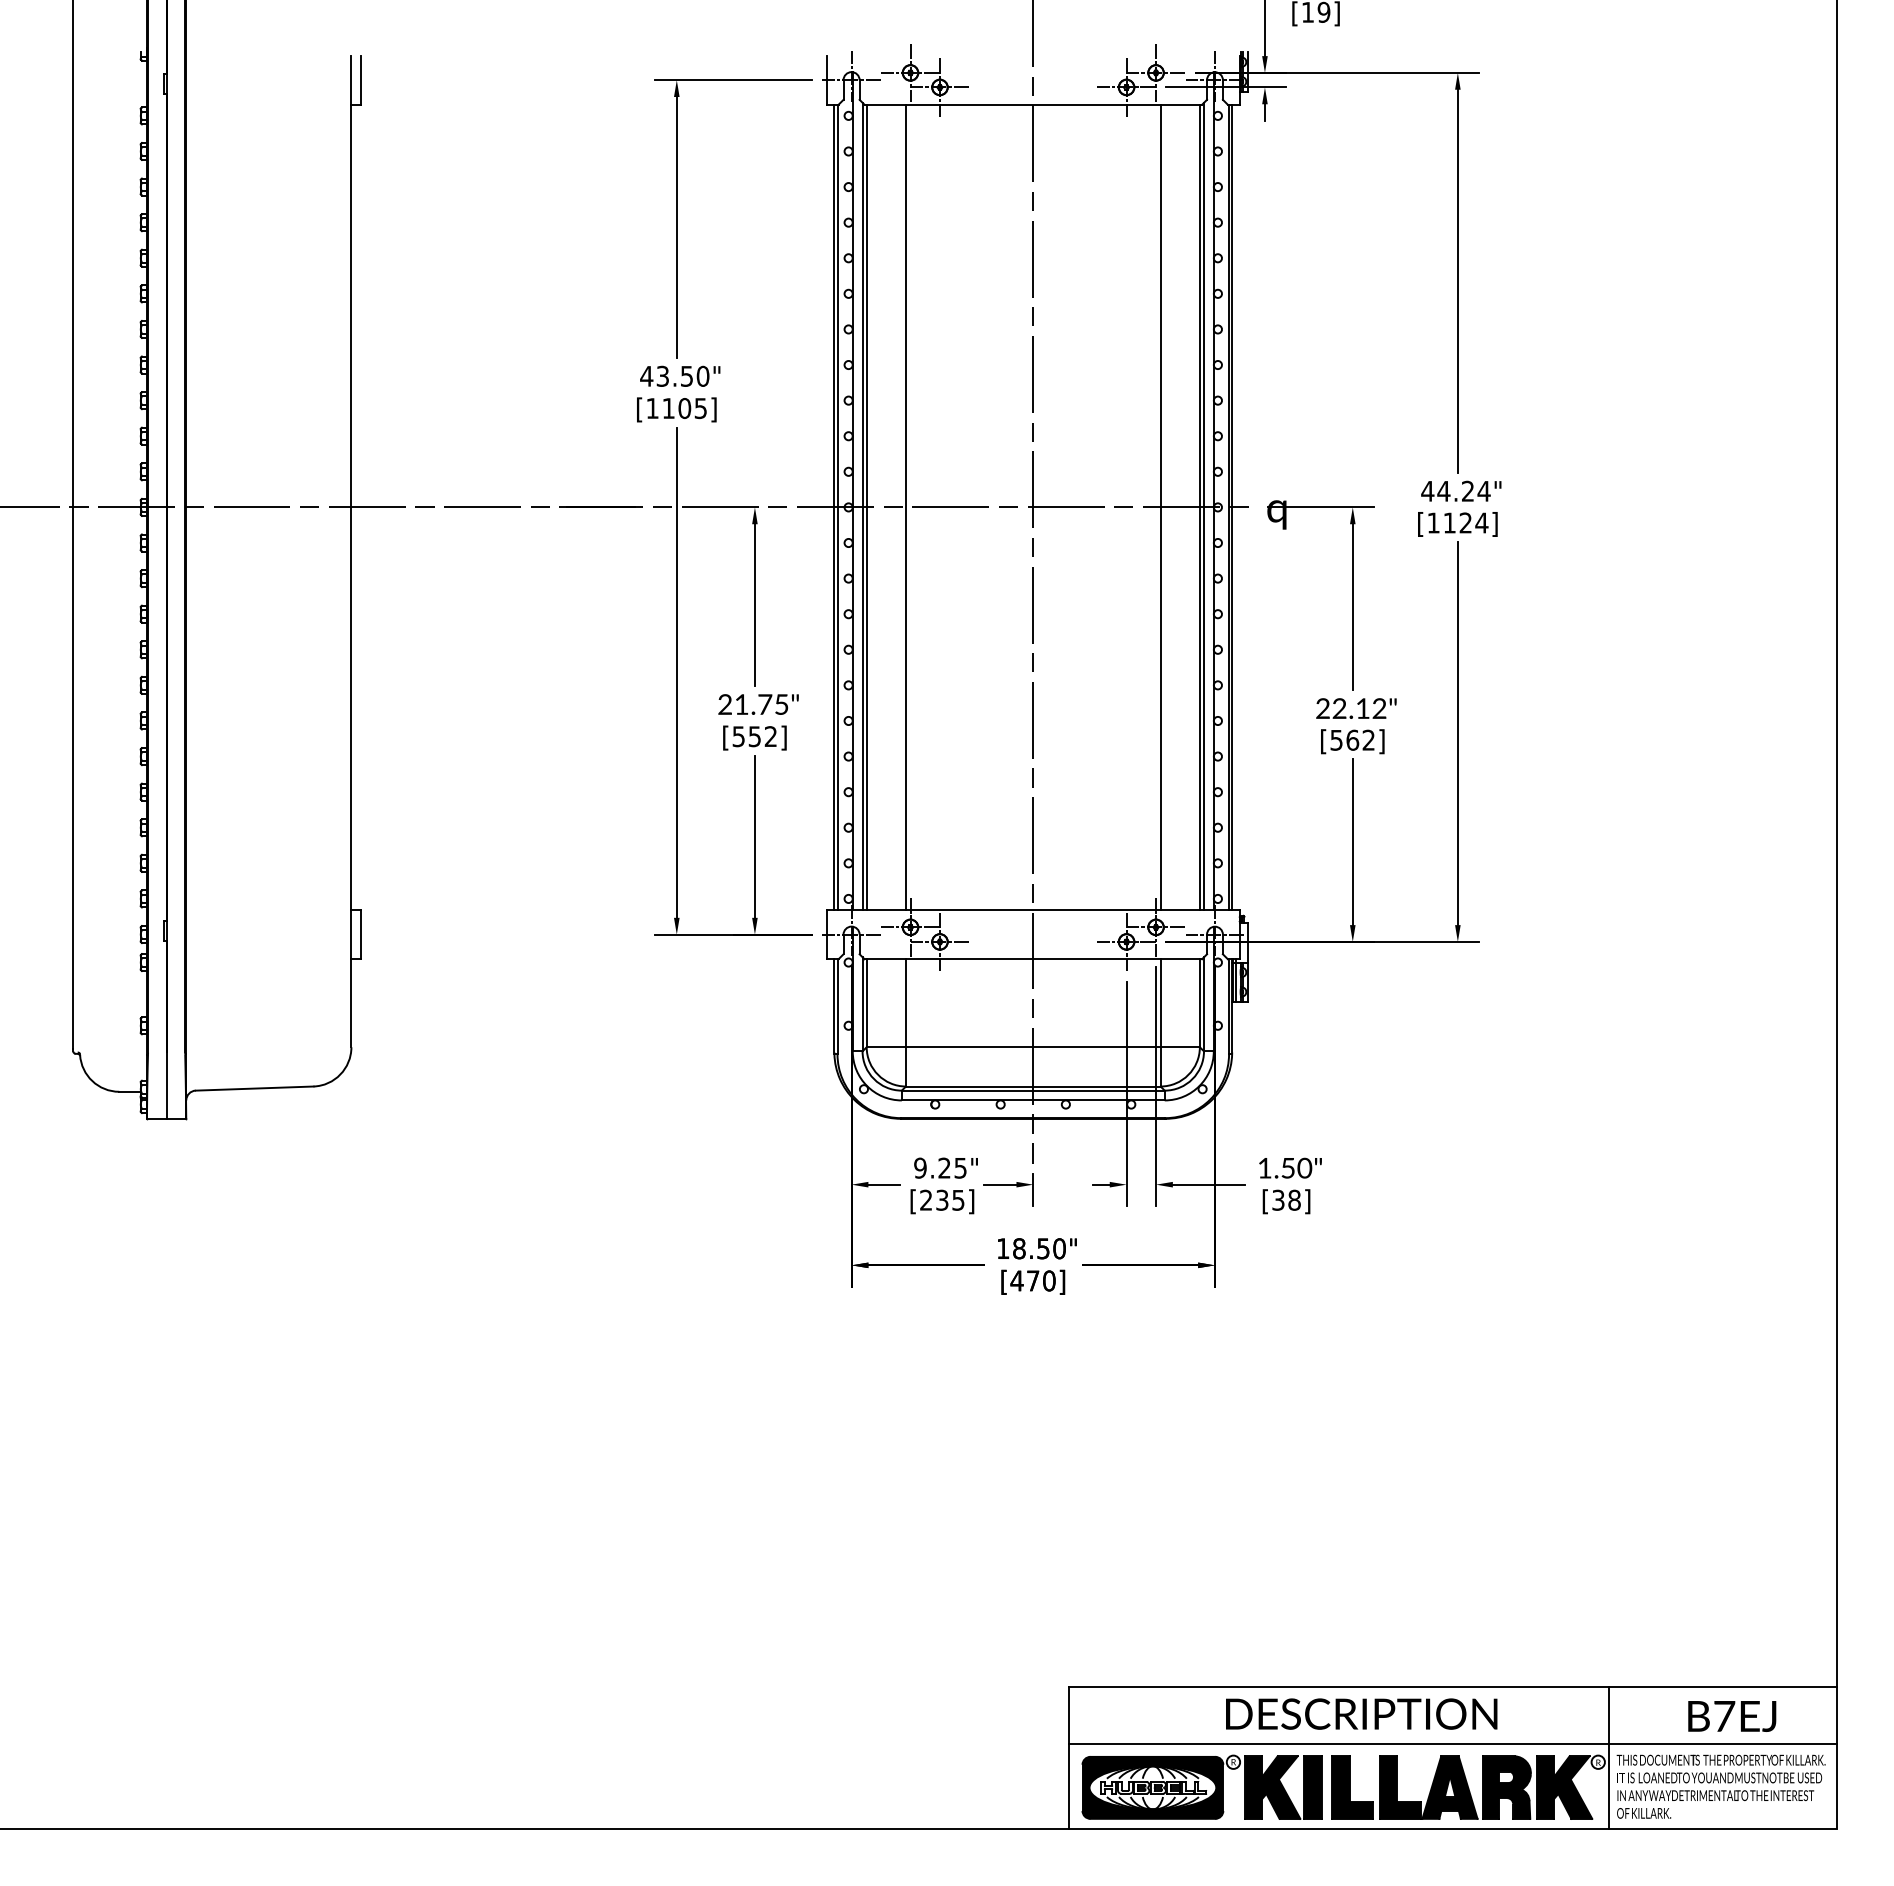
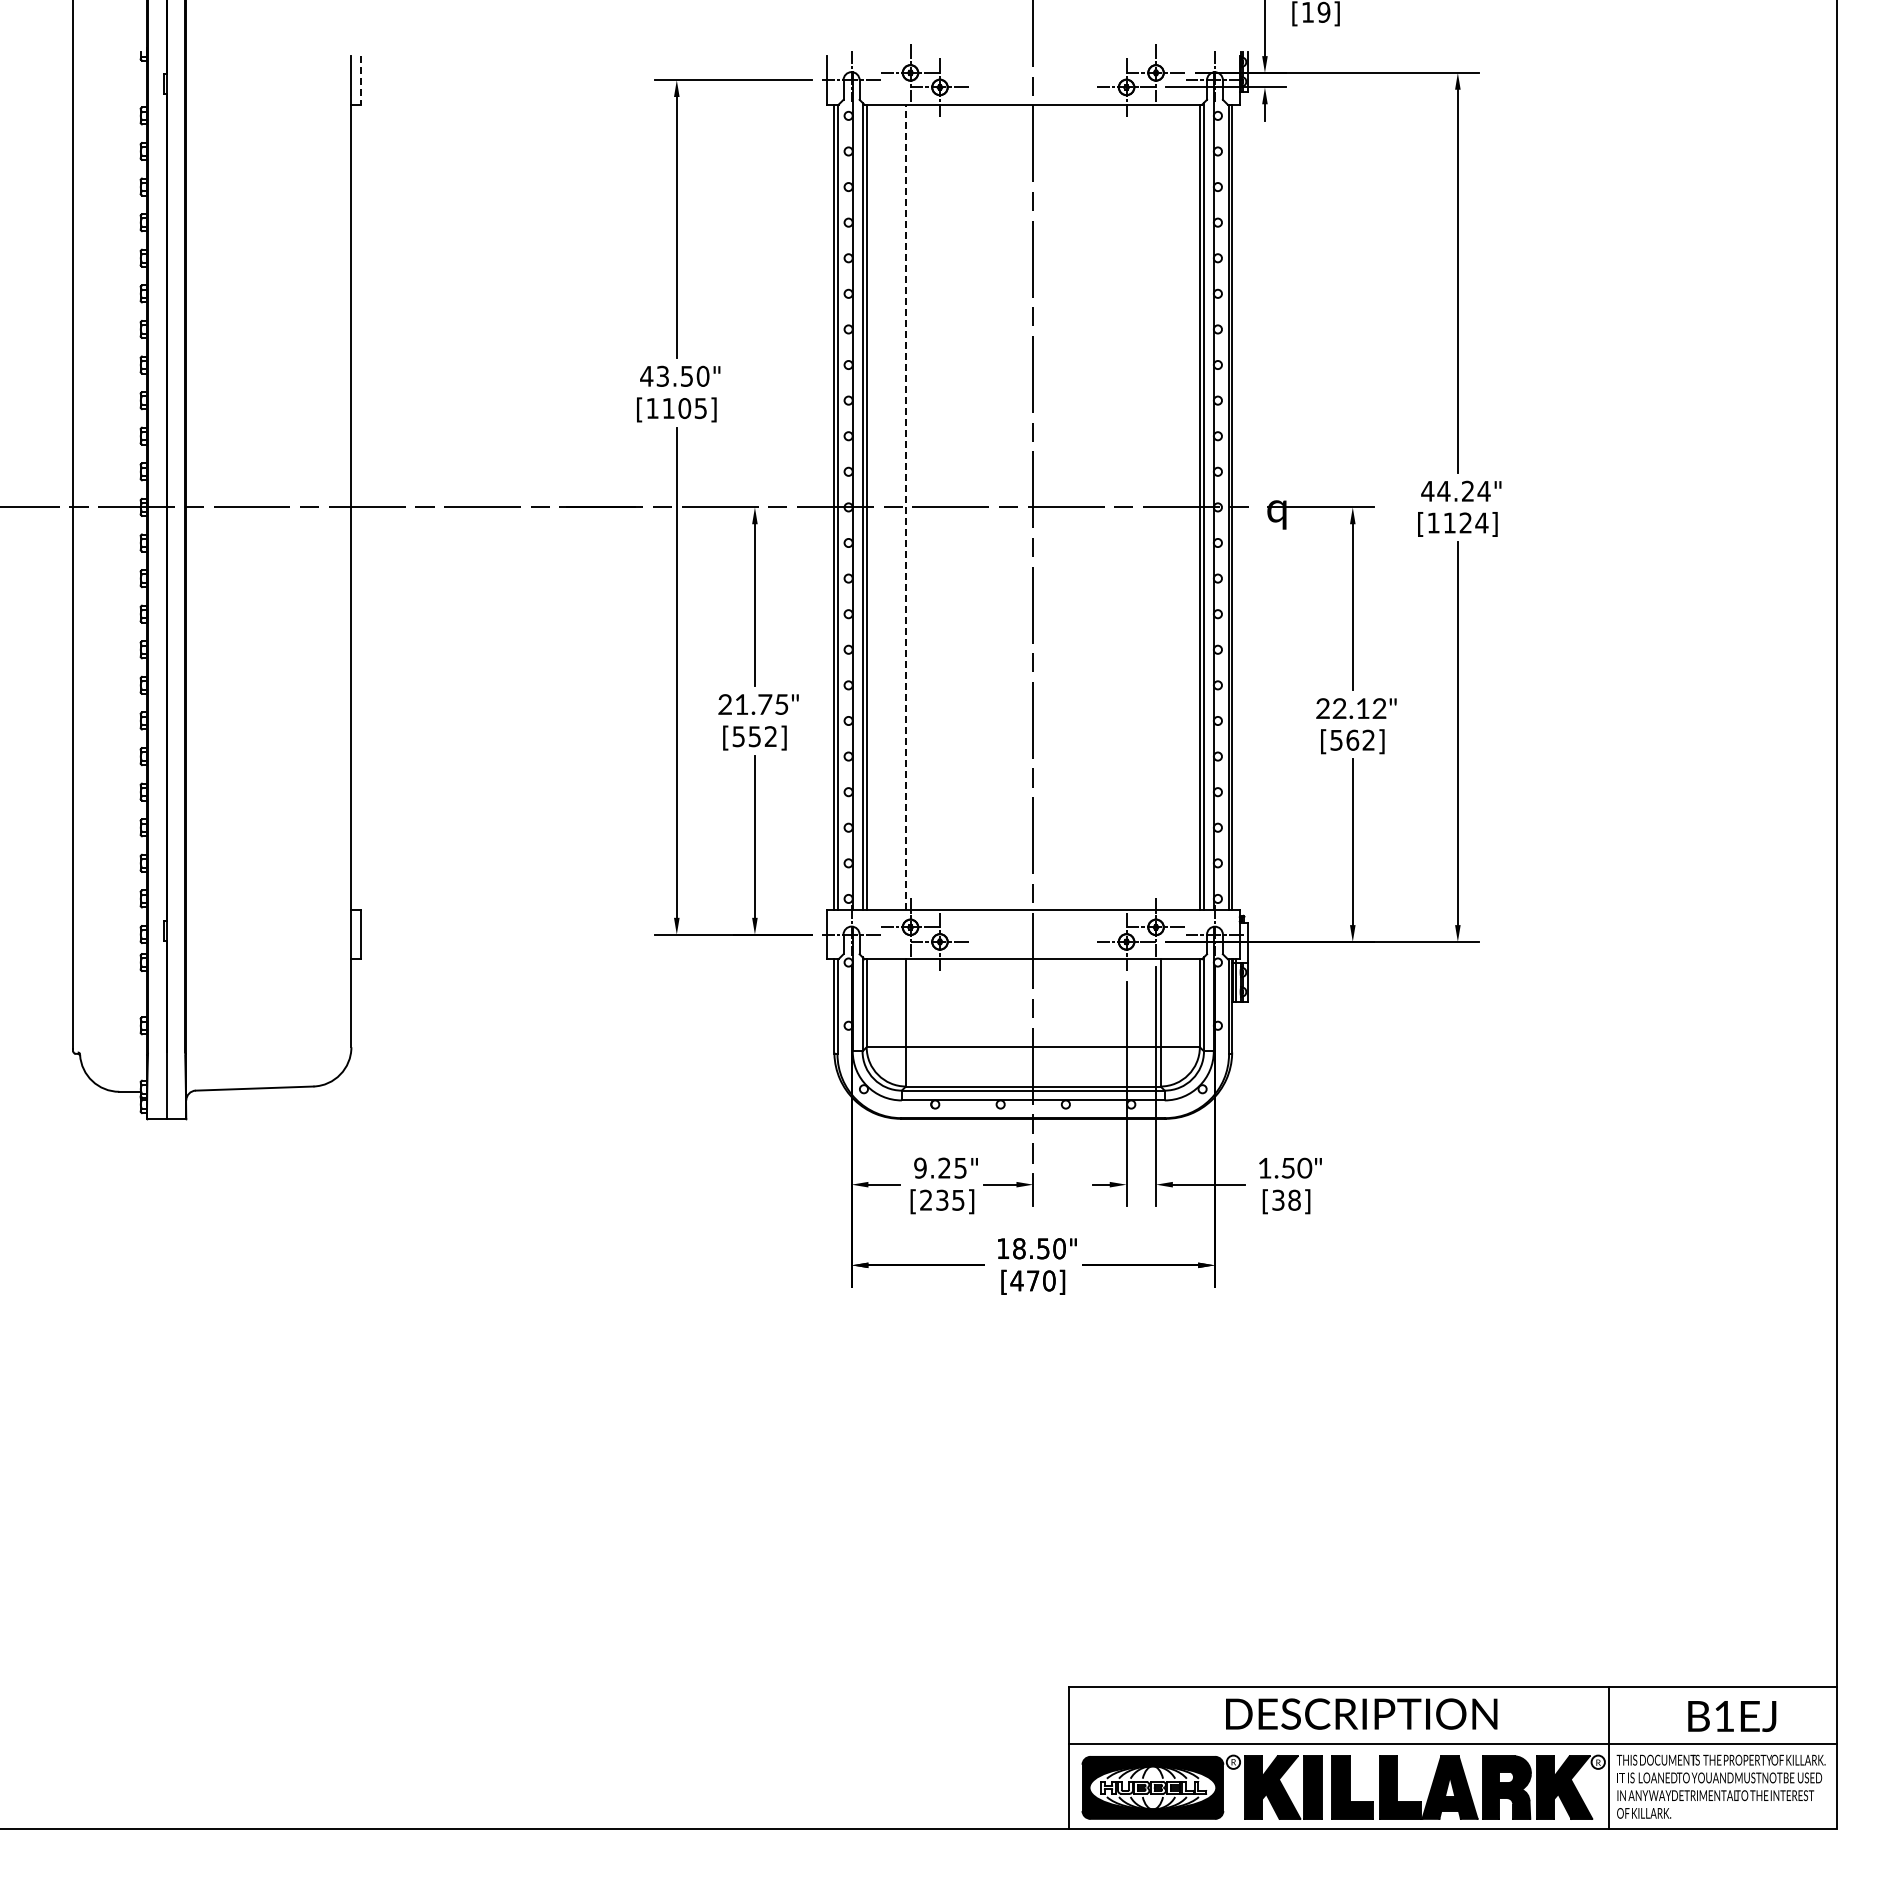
line at (361, 80): solid -> dashed
line at (905, 507): solid -> dashed
line at (1160, 507): present -> none
text at (1724, 1716): B7EJ -> B1EJ
